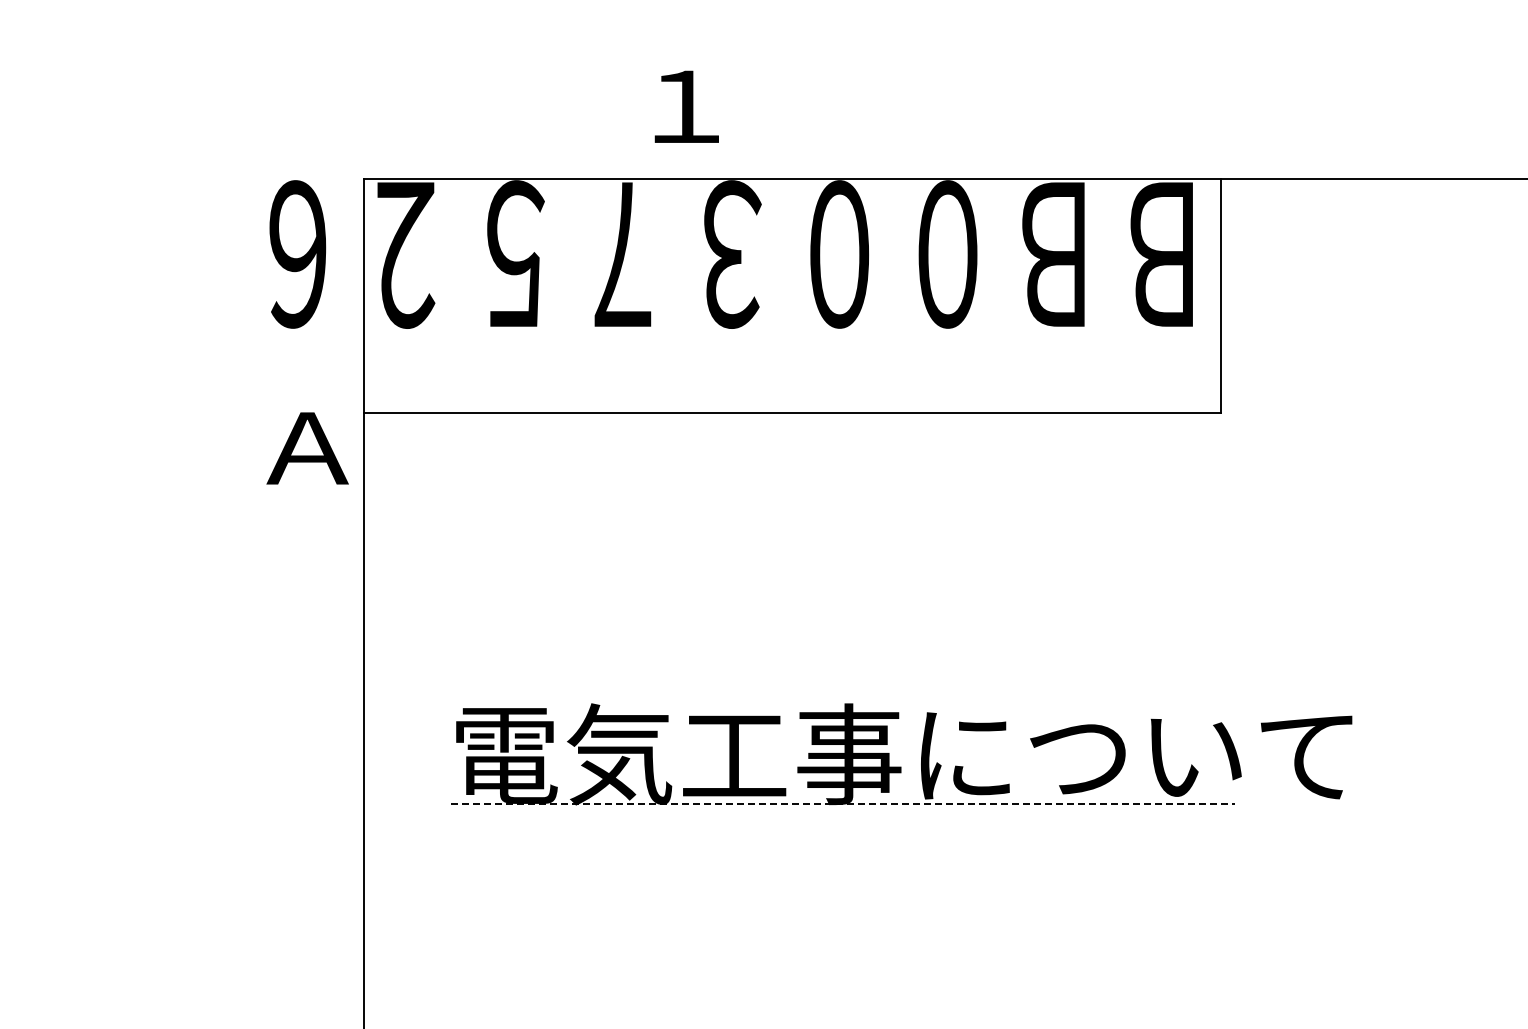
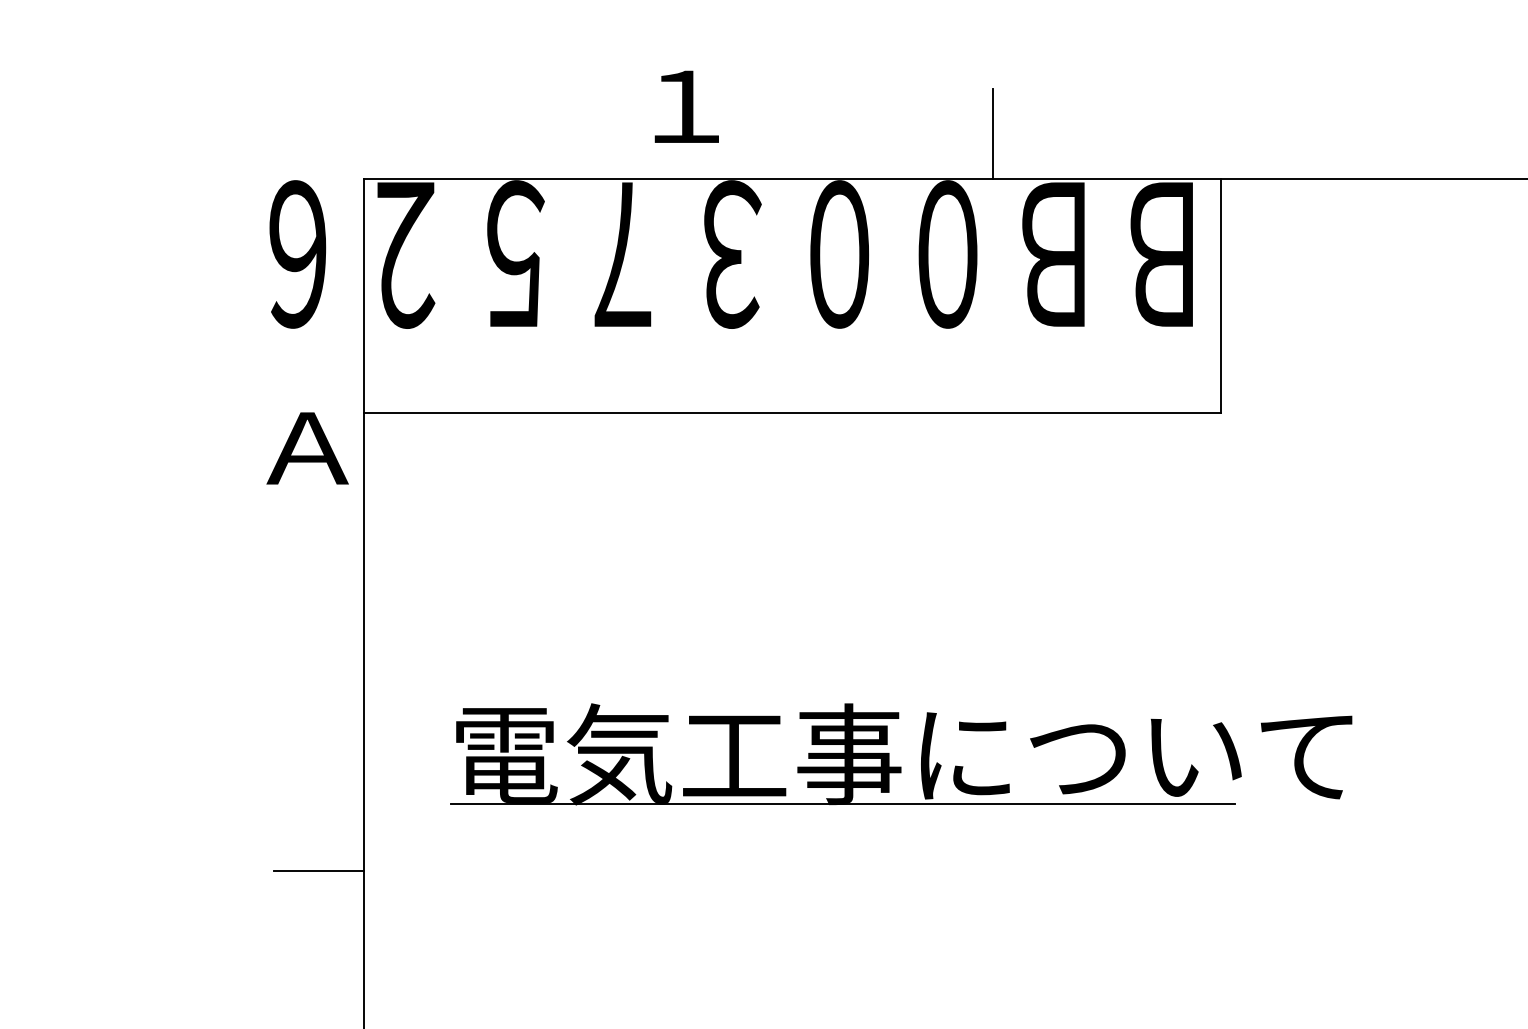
line at (993, 133): none -> present
line at (842, 804): dashed -> solid
line at (318, 871): none -> present
